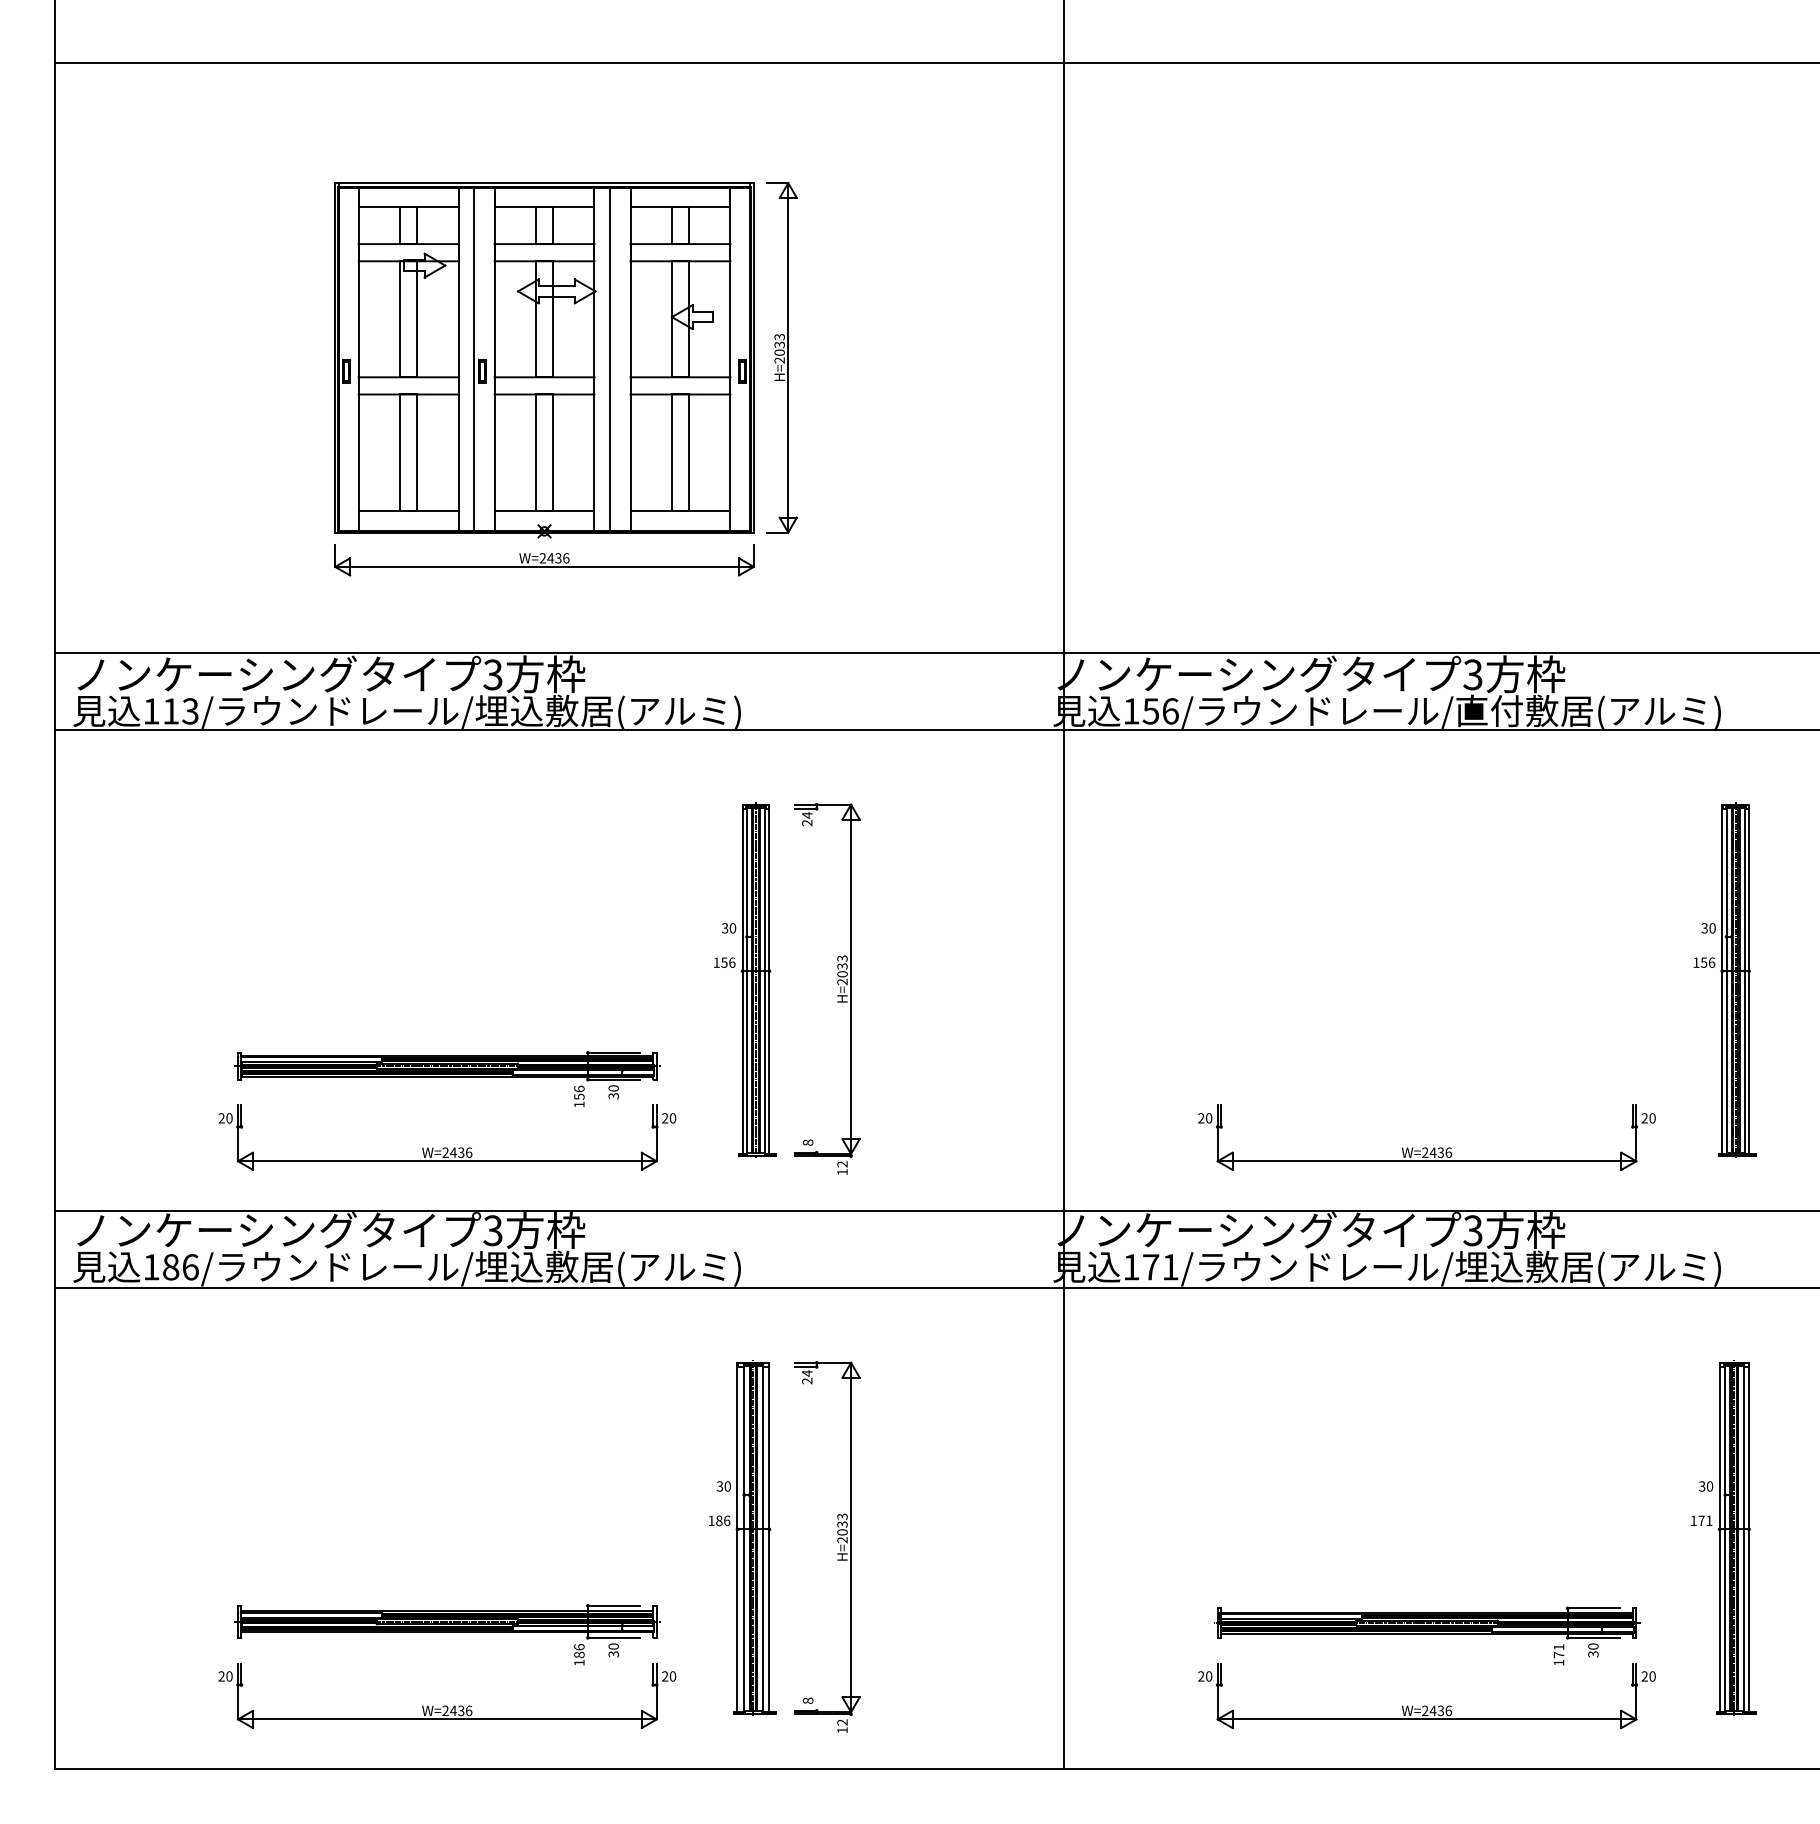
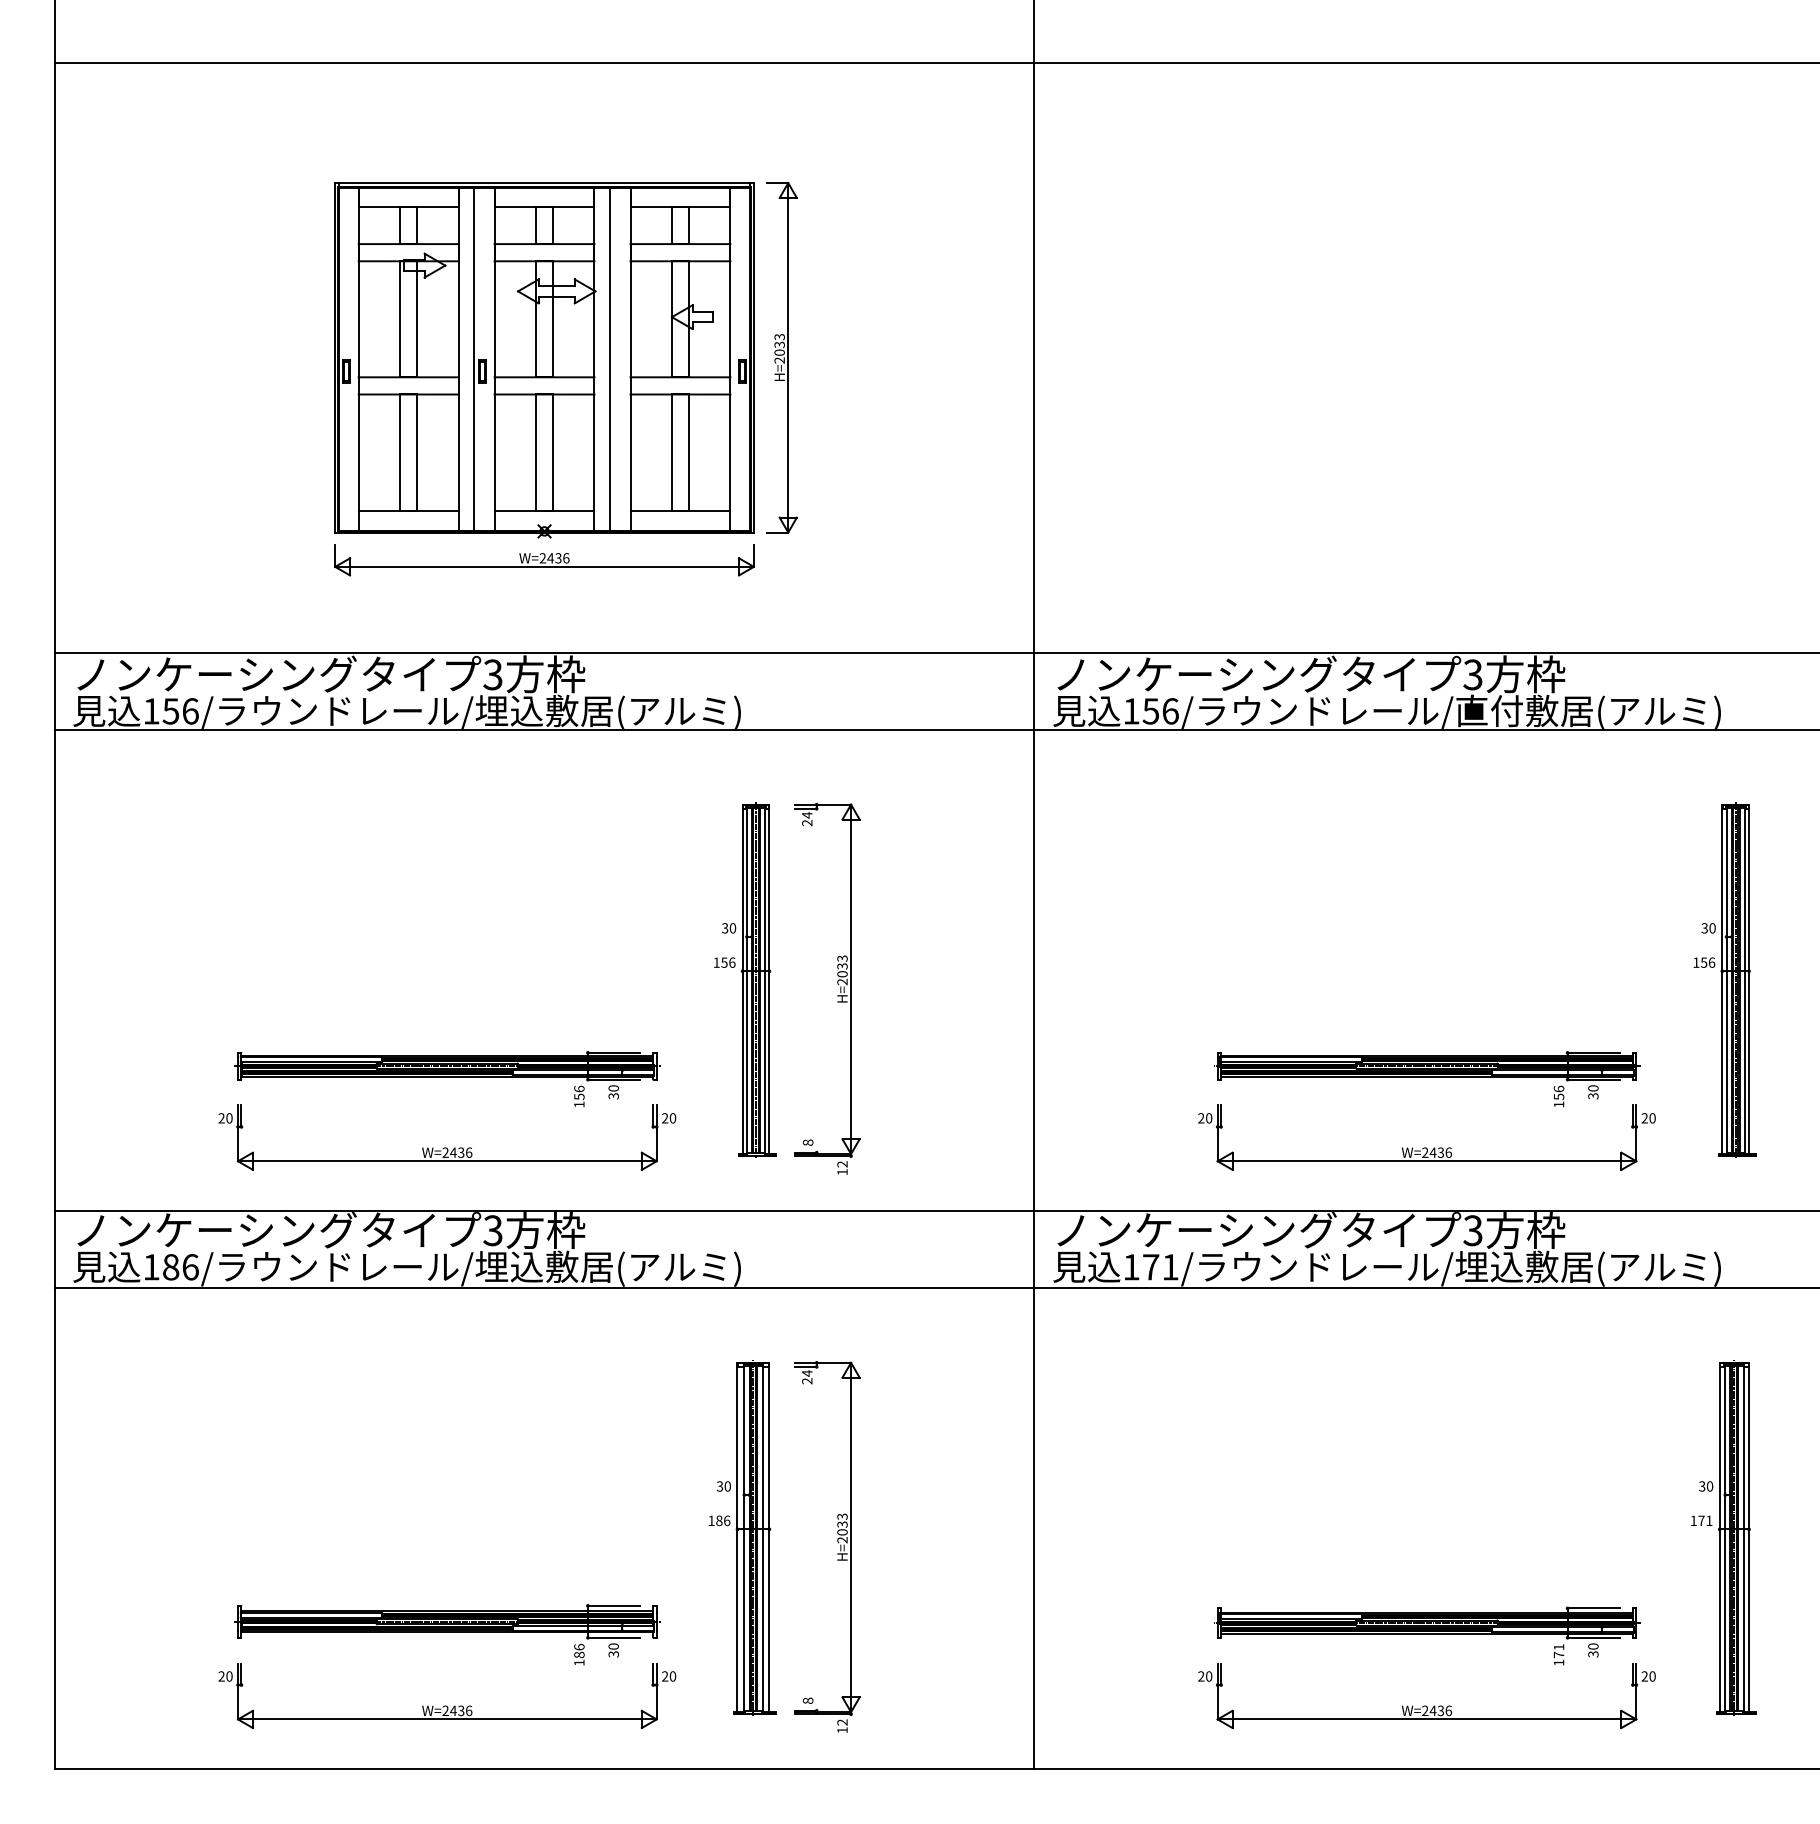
text at (180, 711): 113/ -> 156/
line at (1064, 885) position: (1064, 885) -> (1034, 885)
part at (1427, 1079): none -> present
